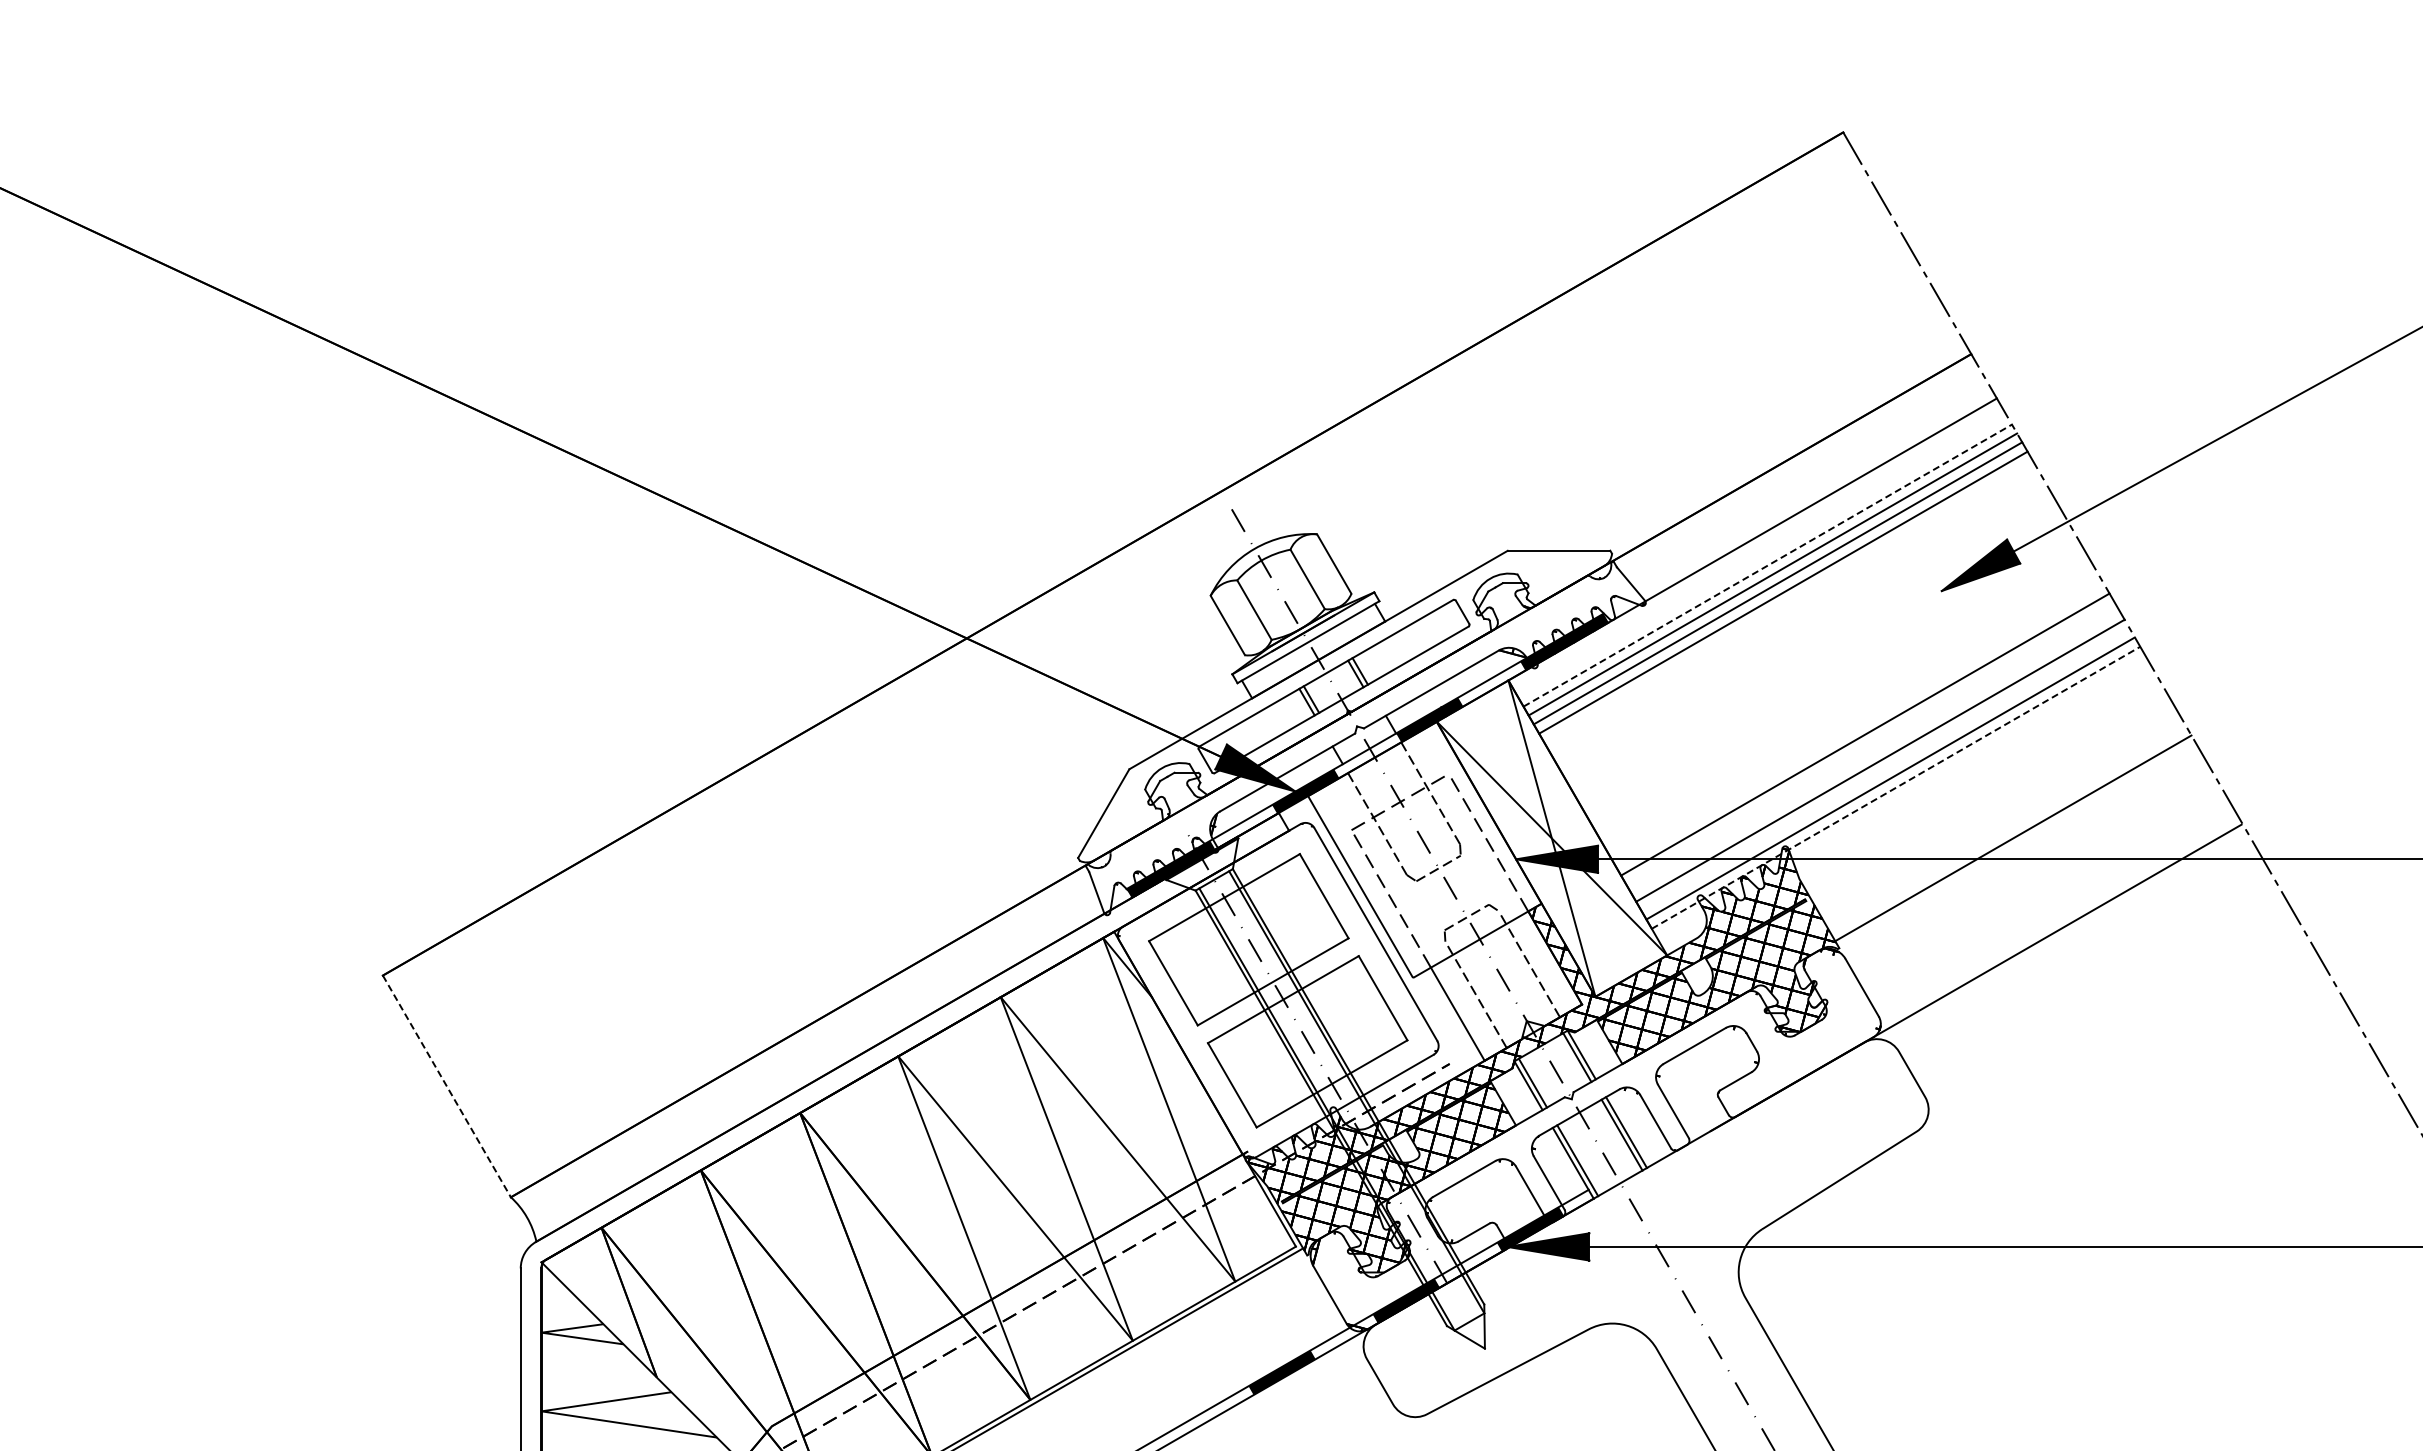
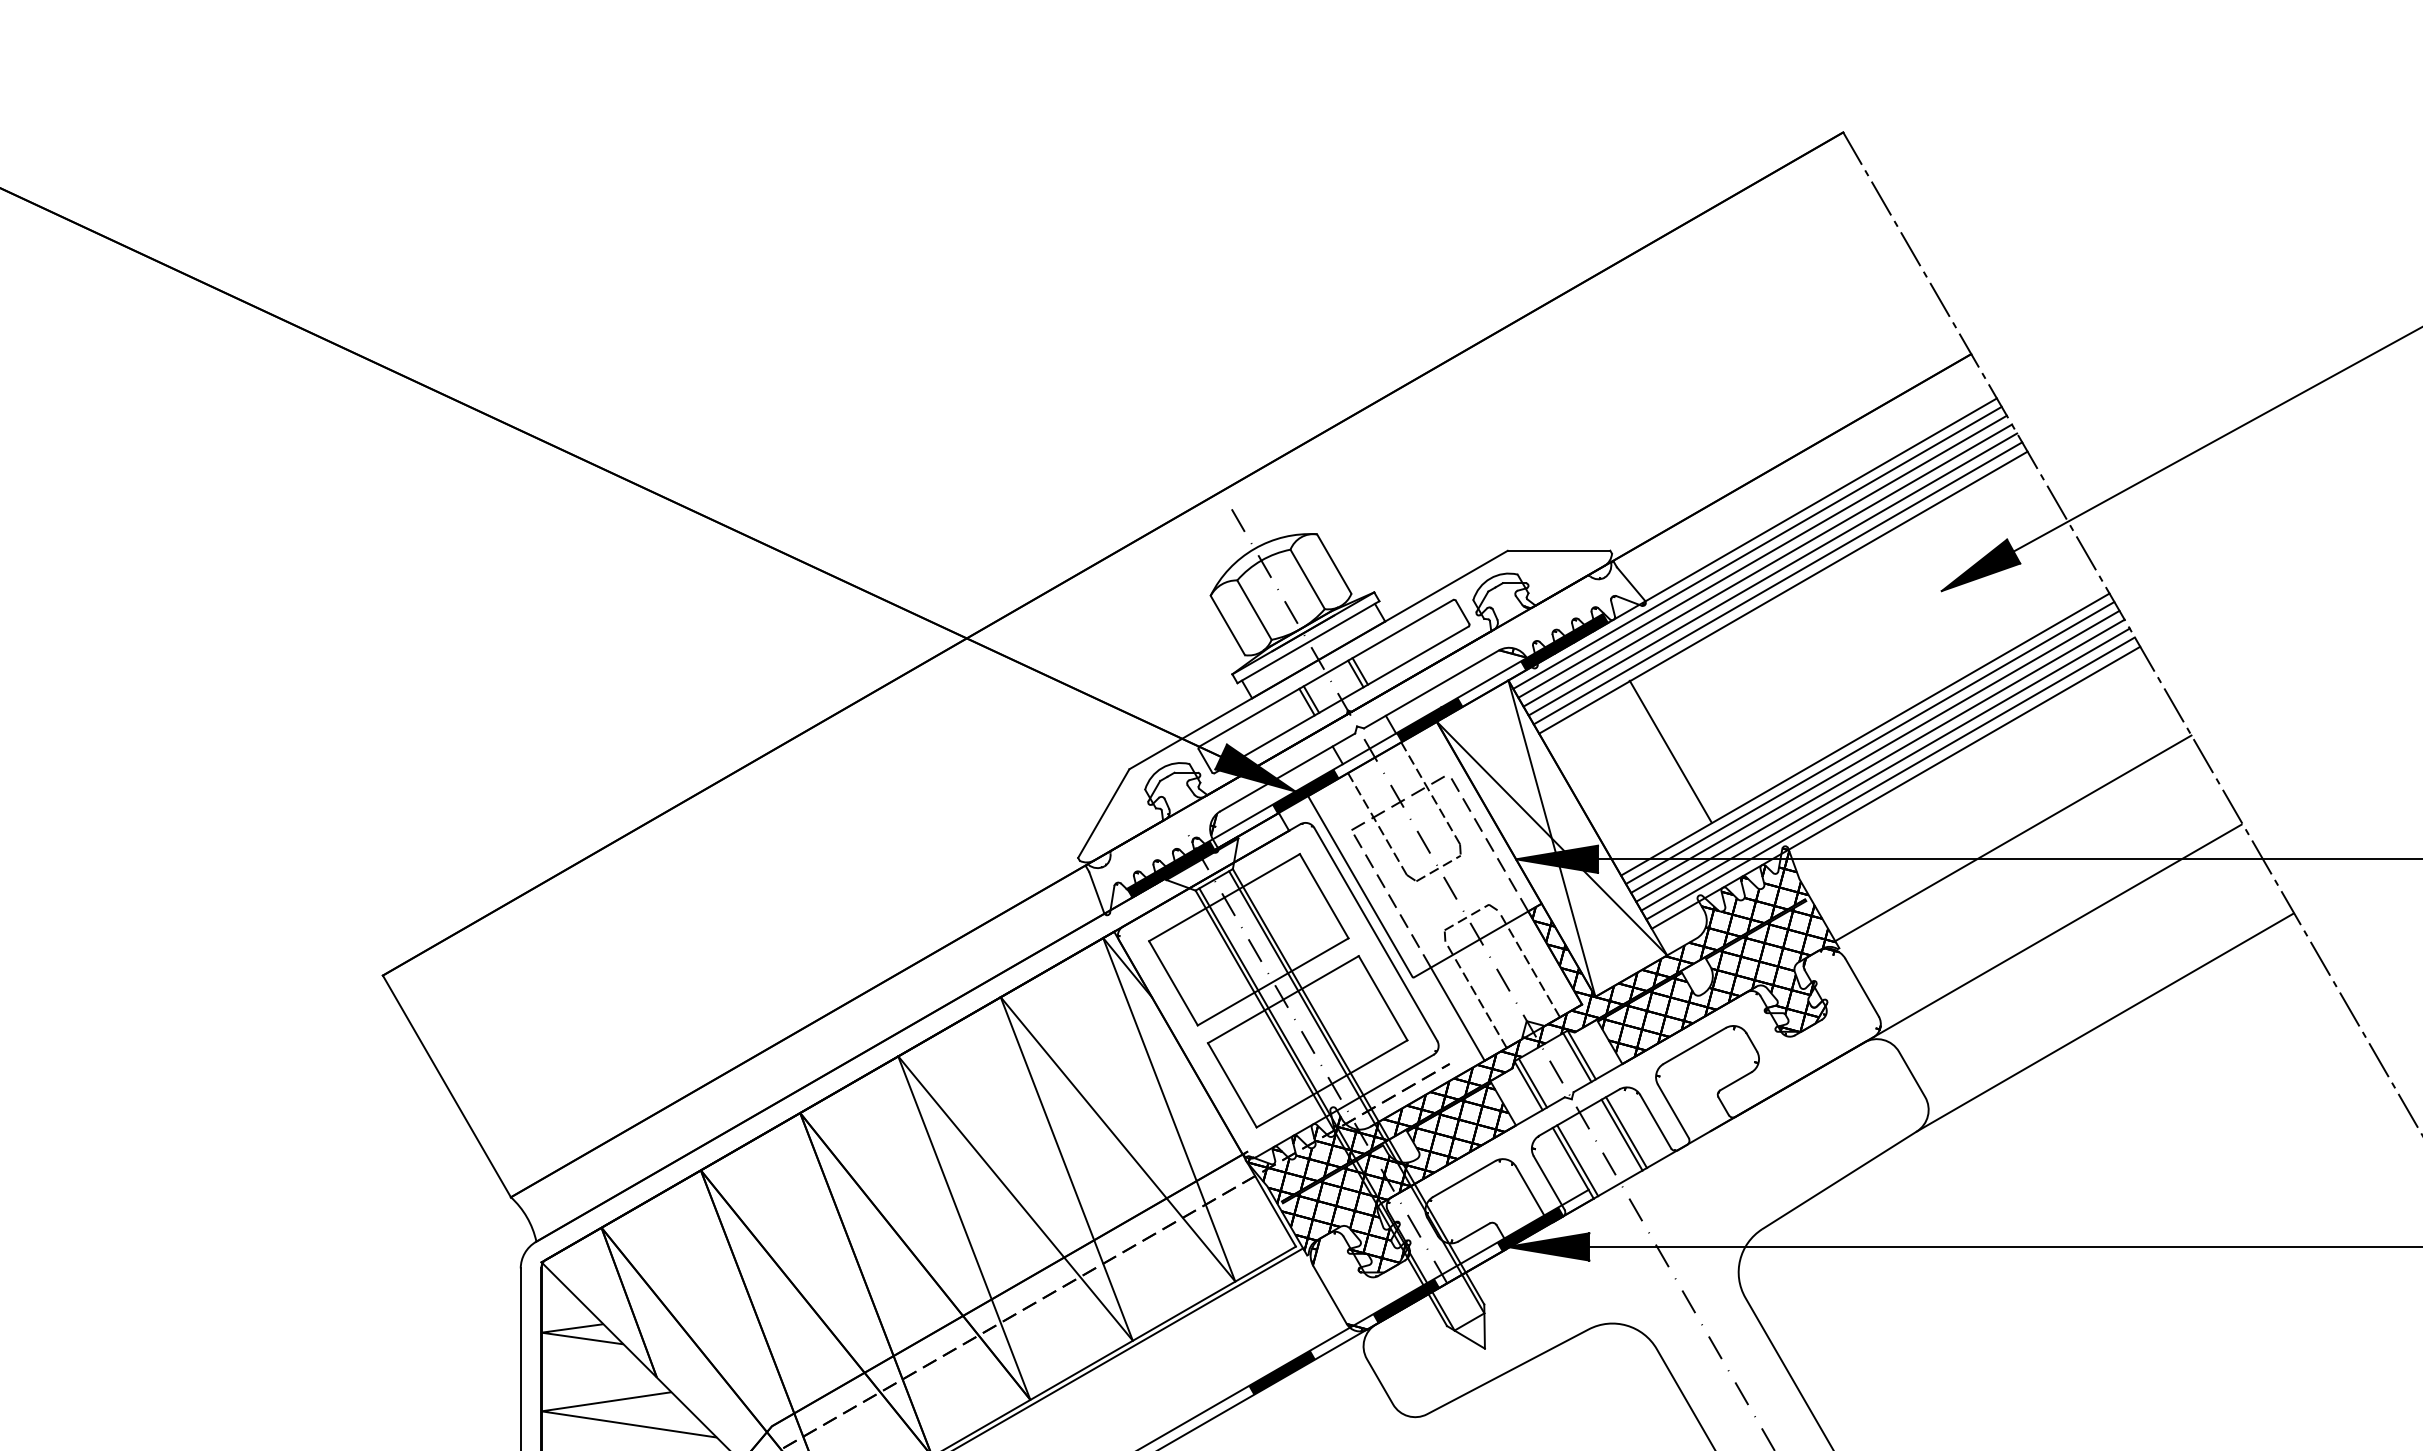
line at (1757, 547): none -> present
line at (1762, 556): none -> present
line at (1767, 565): dashed -> solid
line at (1869, 743): none -> present
line at (1670, 751): none -> present
line at (1875, 751): none -> present
line at (1885, 769): none -> present
line at (1896, 787): dashed -> solid
line at (2104, 1022): none -> present
line at (447, 1086): dashed -> solid
